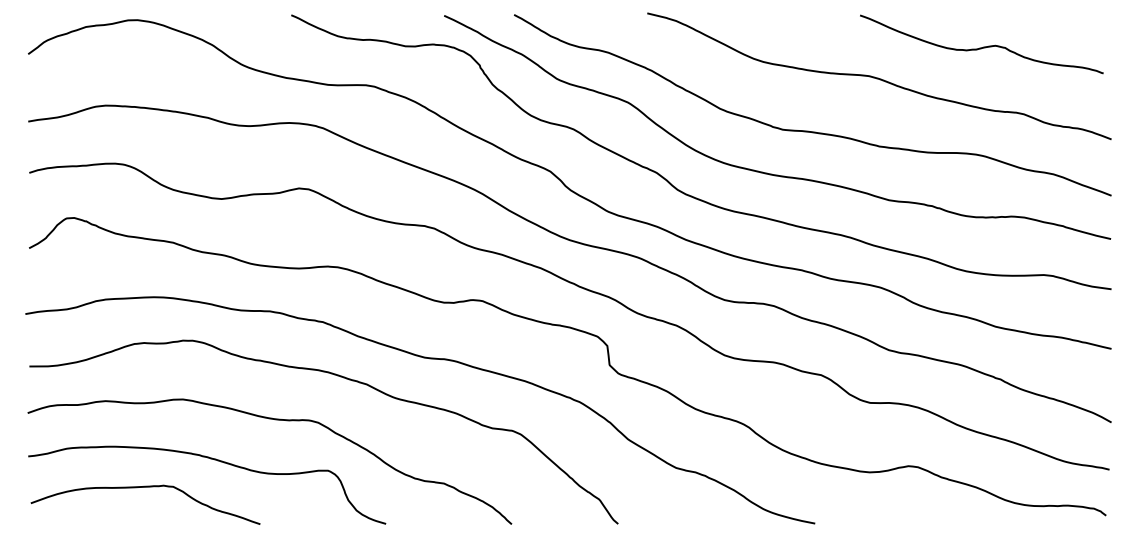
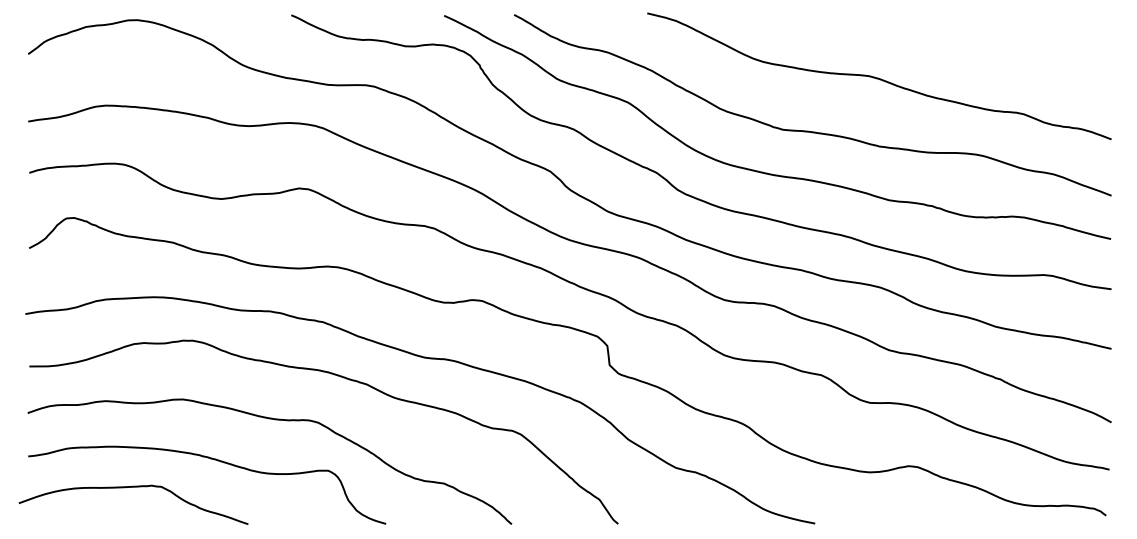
curve at (983, 46): present -> none
curve at (145, 487) position: (145, 487) -> (133, 487)
